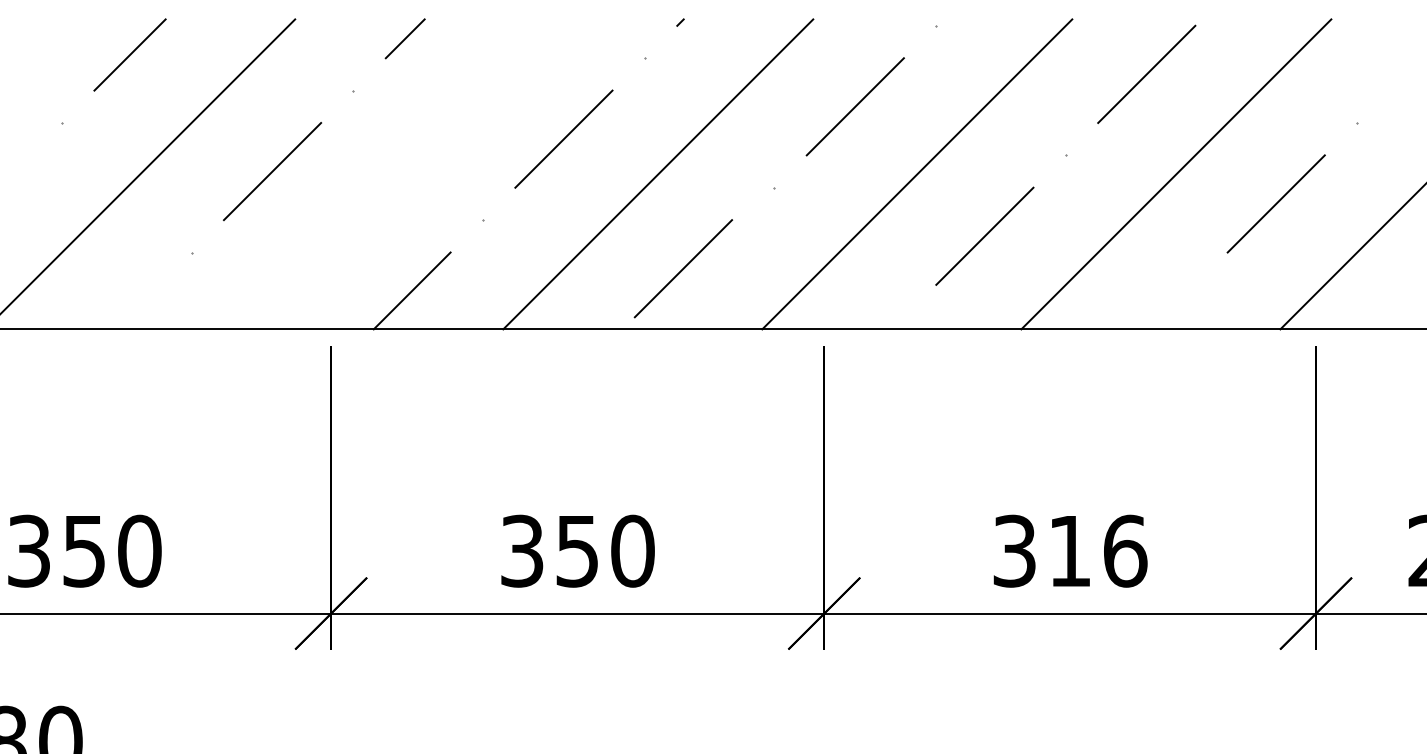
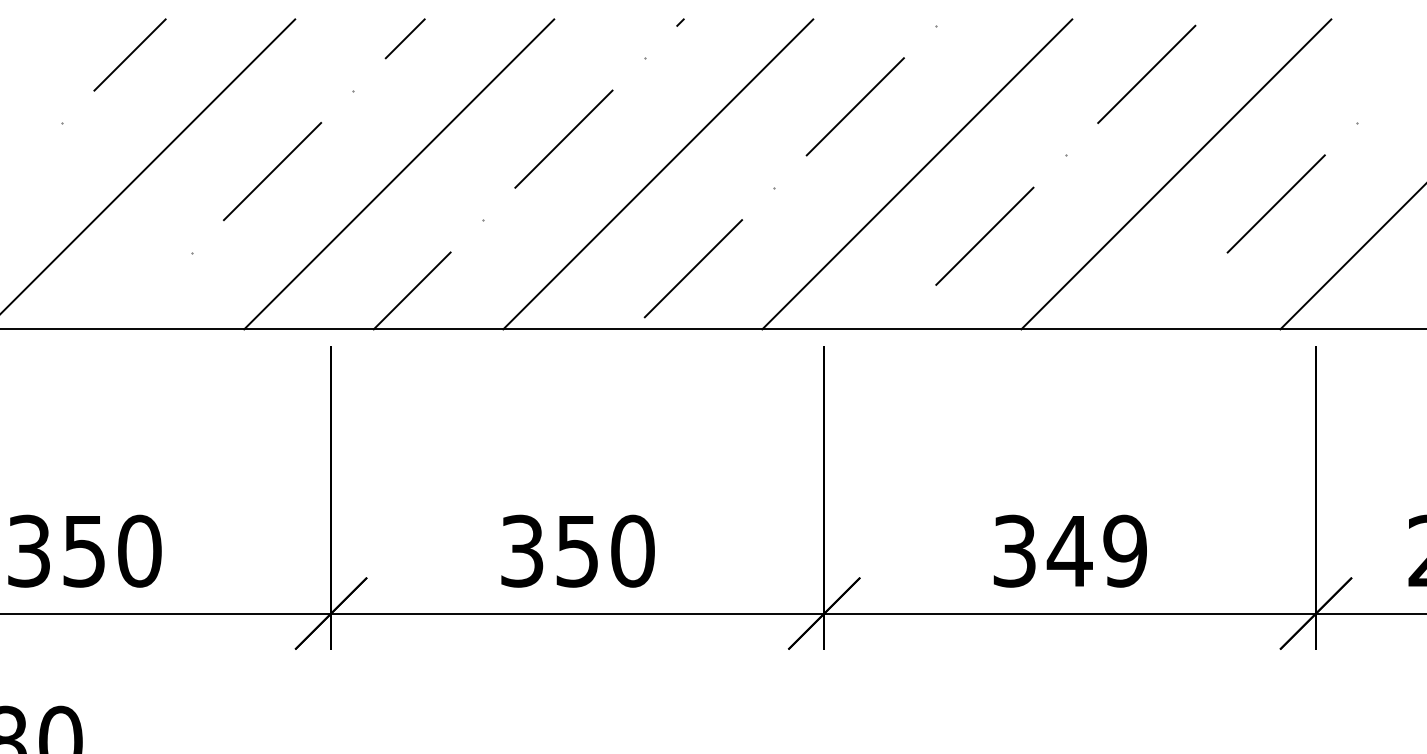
line at (399, 174): none -> present
line at (683, 268) position: (683, 268) -> (693, 268)
text at (1096, 550): 316 -> 349
